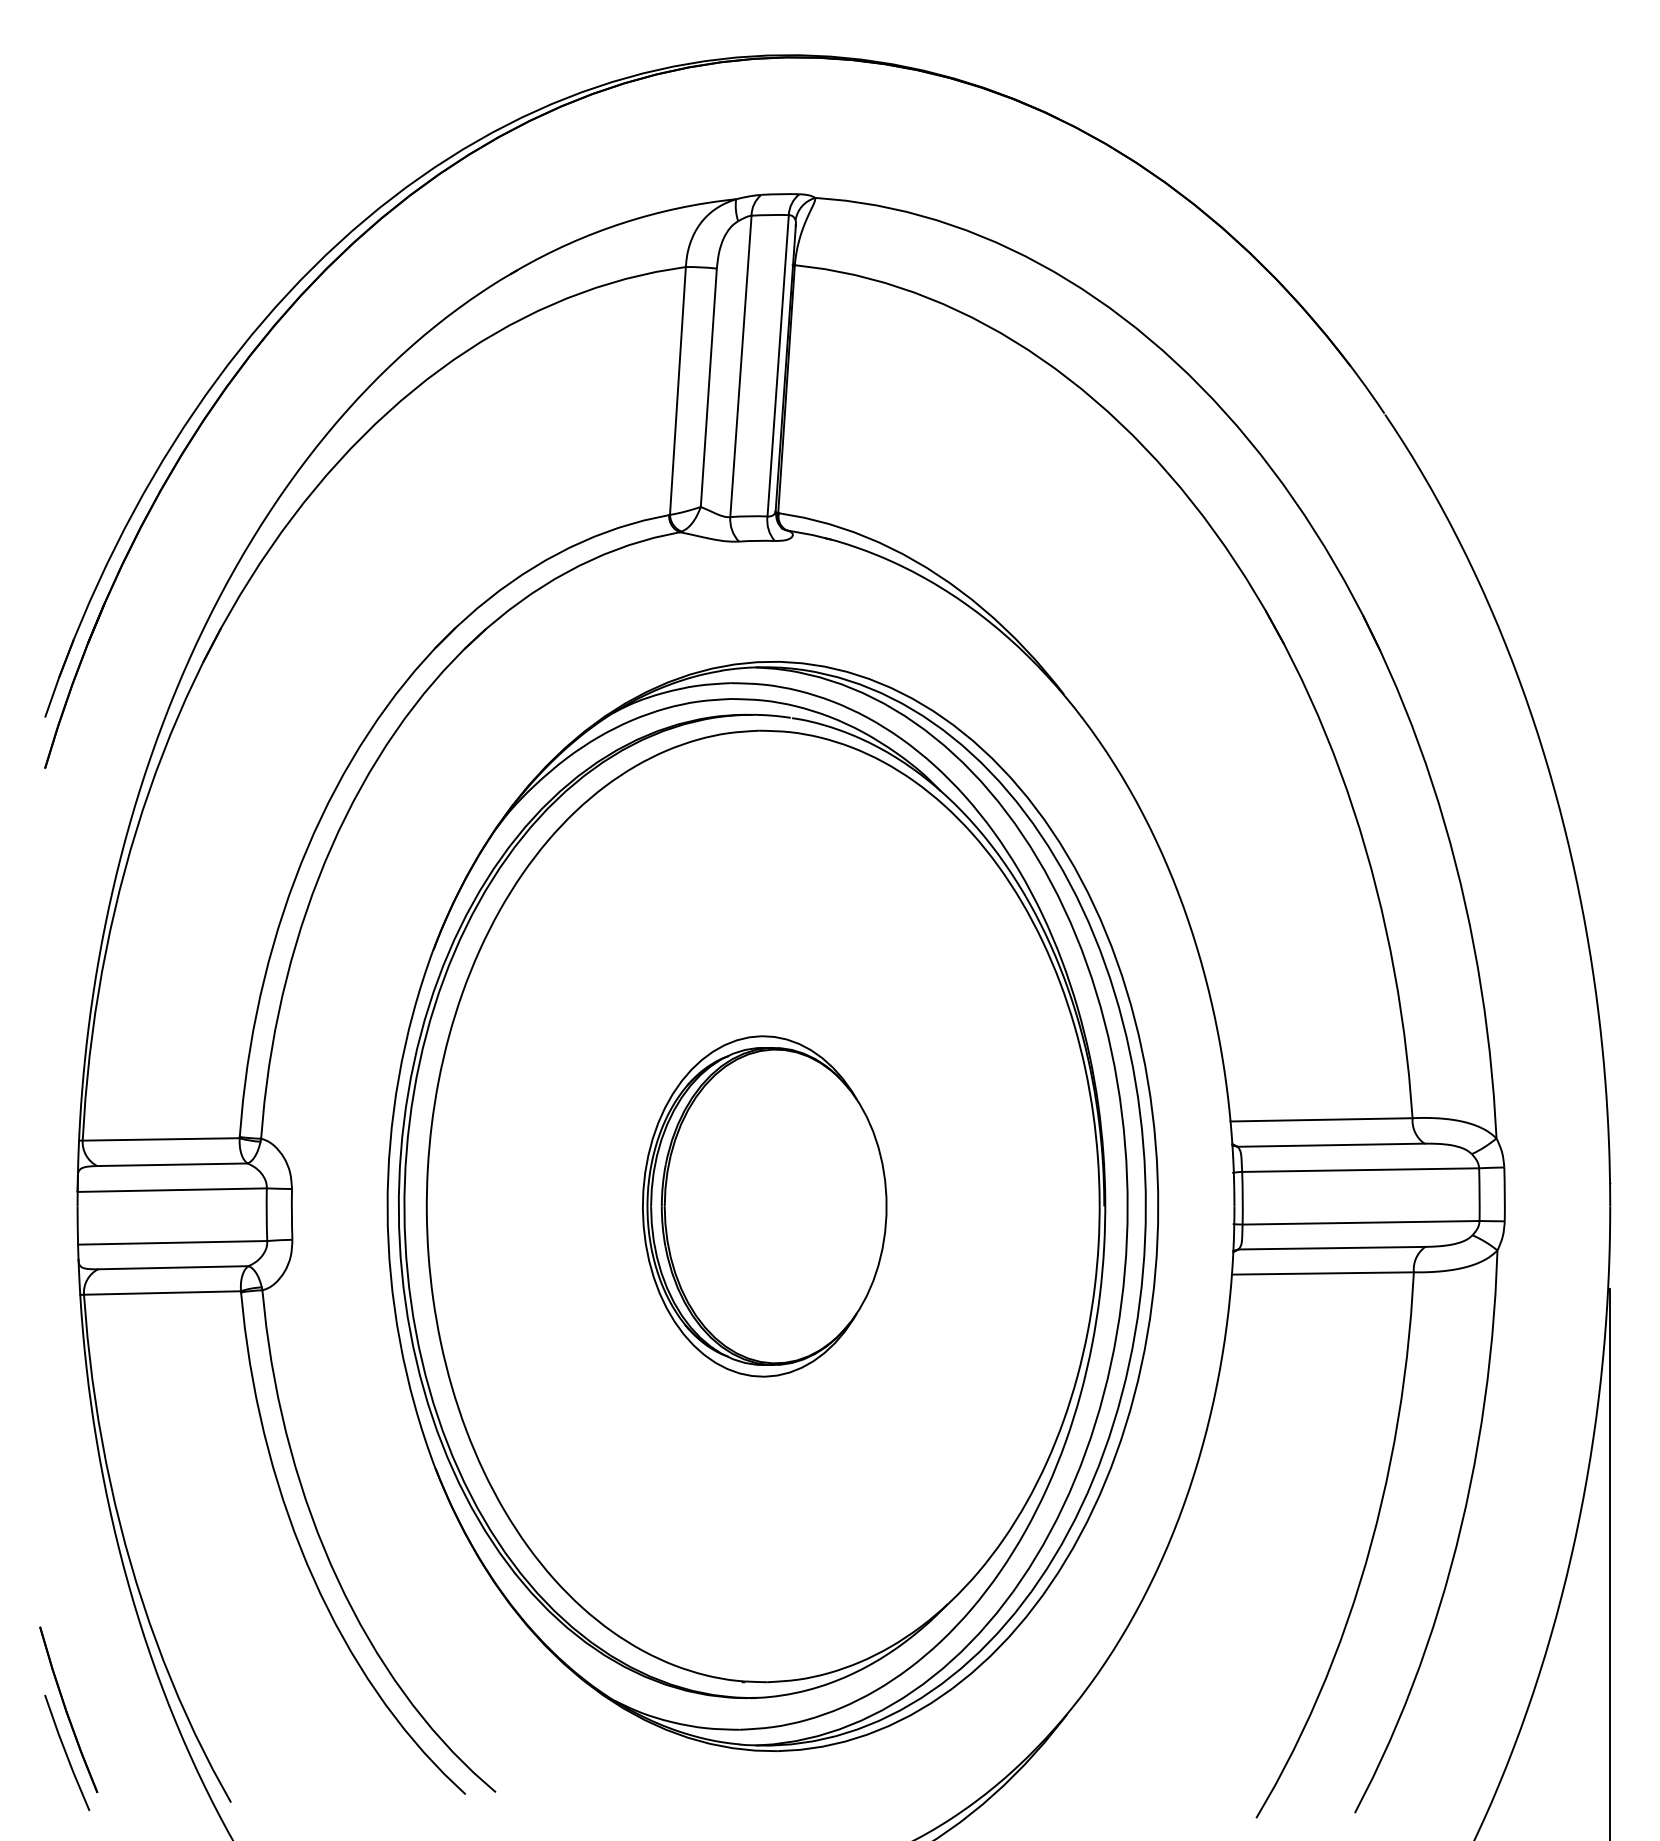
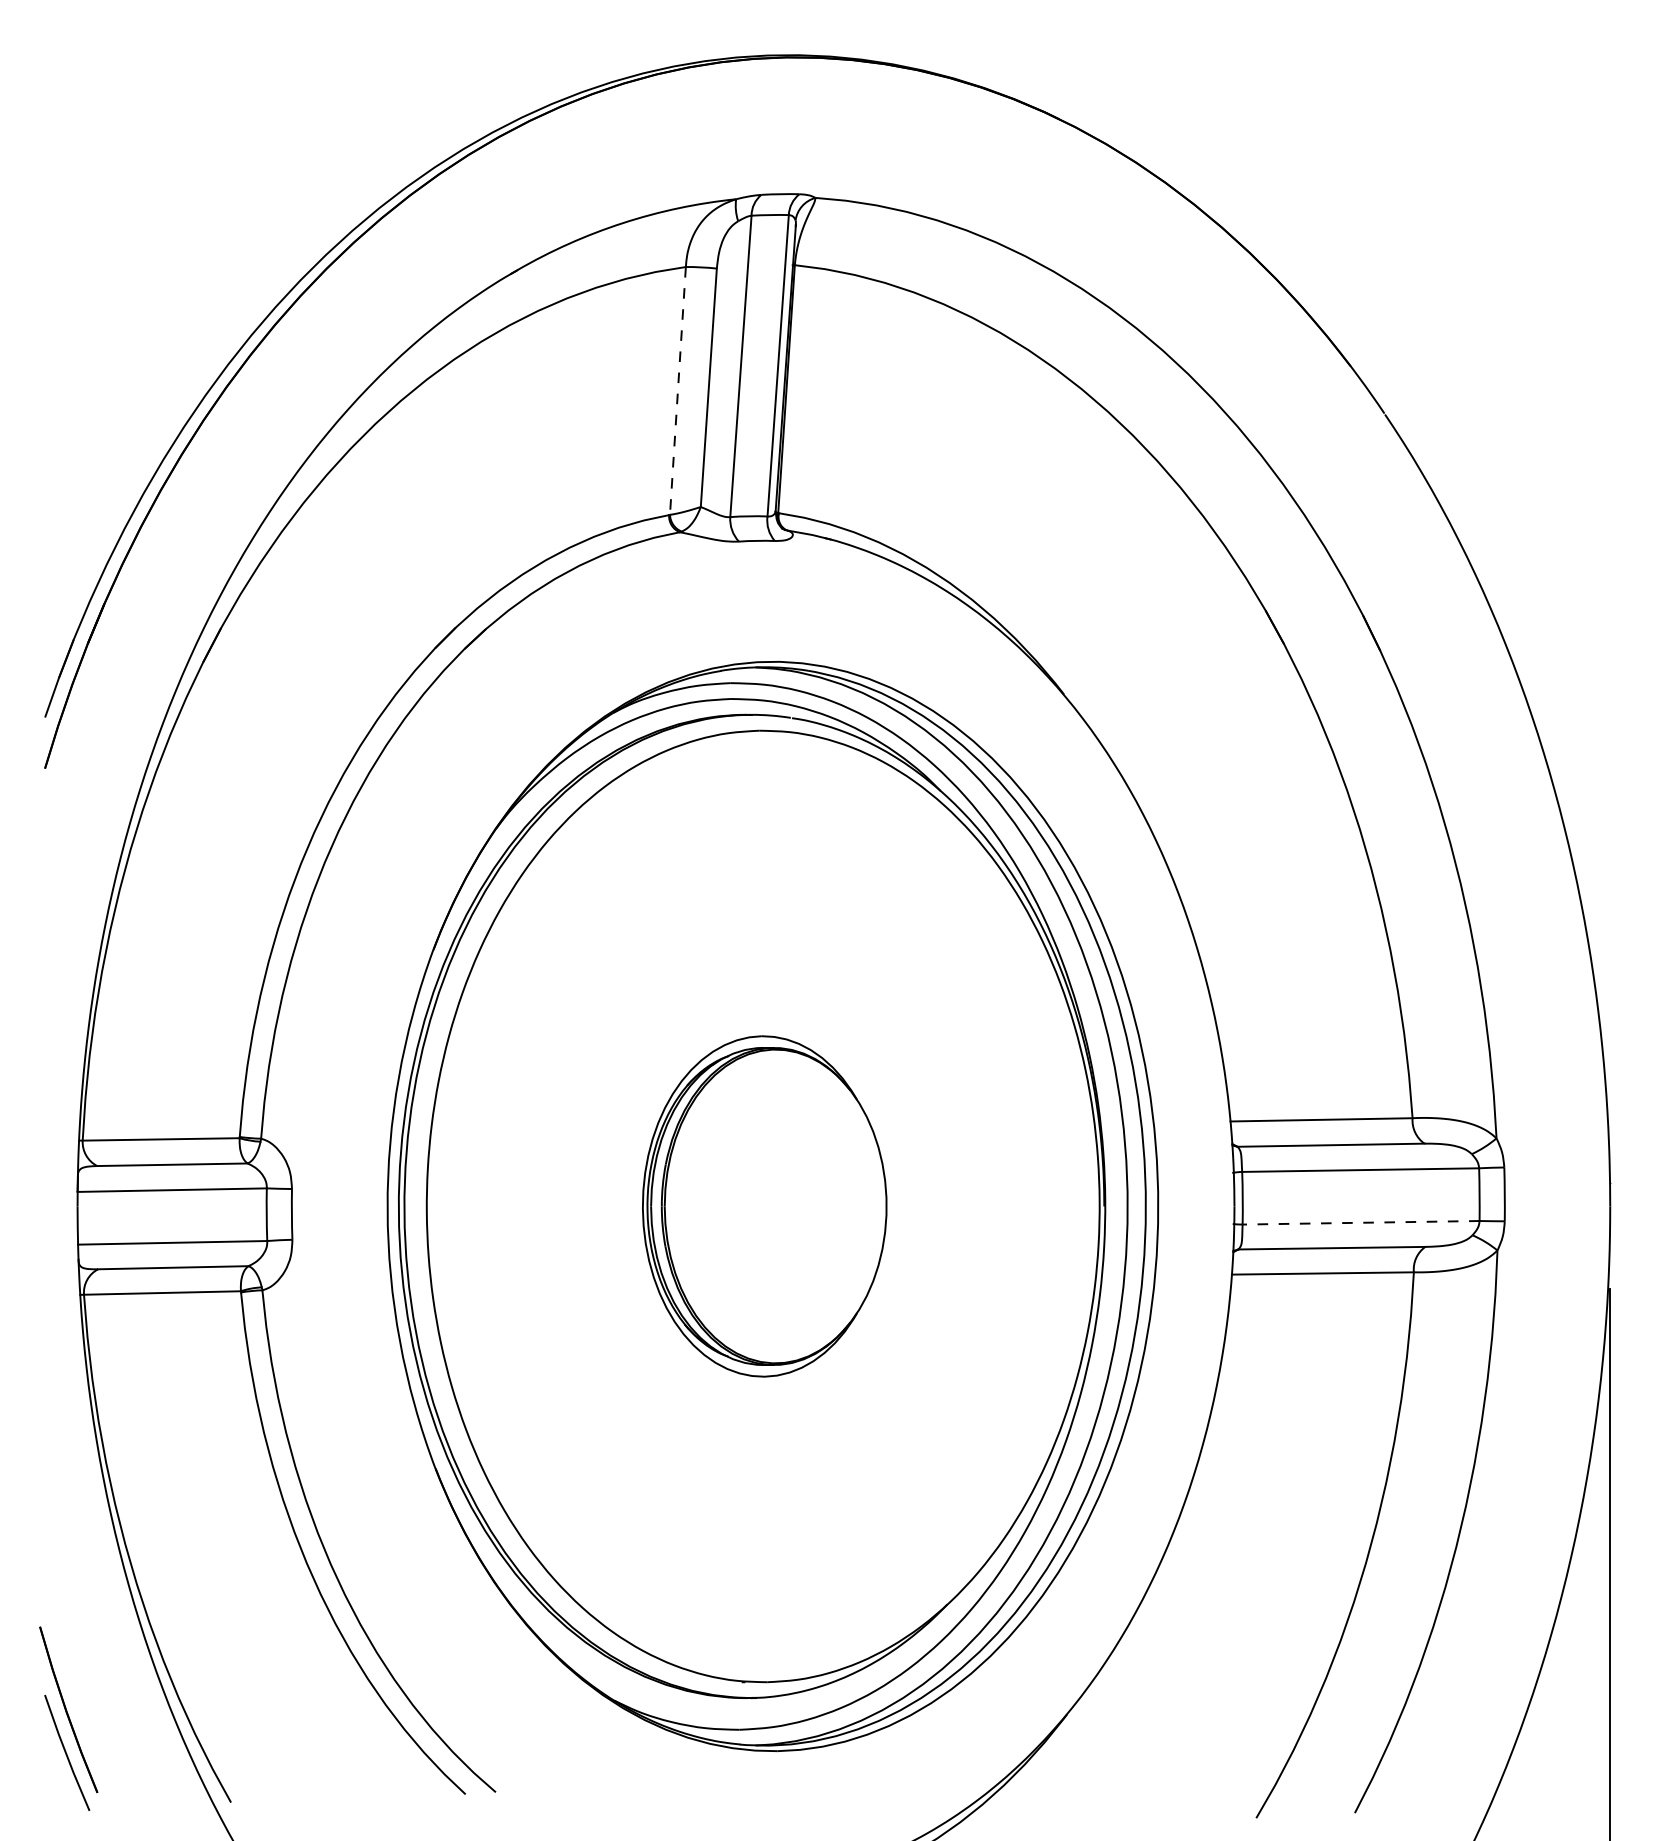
line at (677, 391): solid -> dashed
line at (1360, 1222): solid -> dashed
